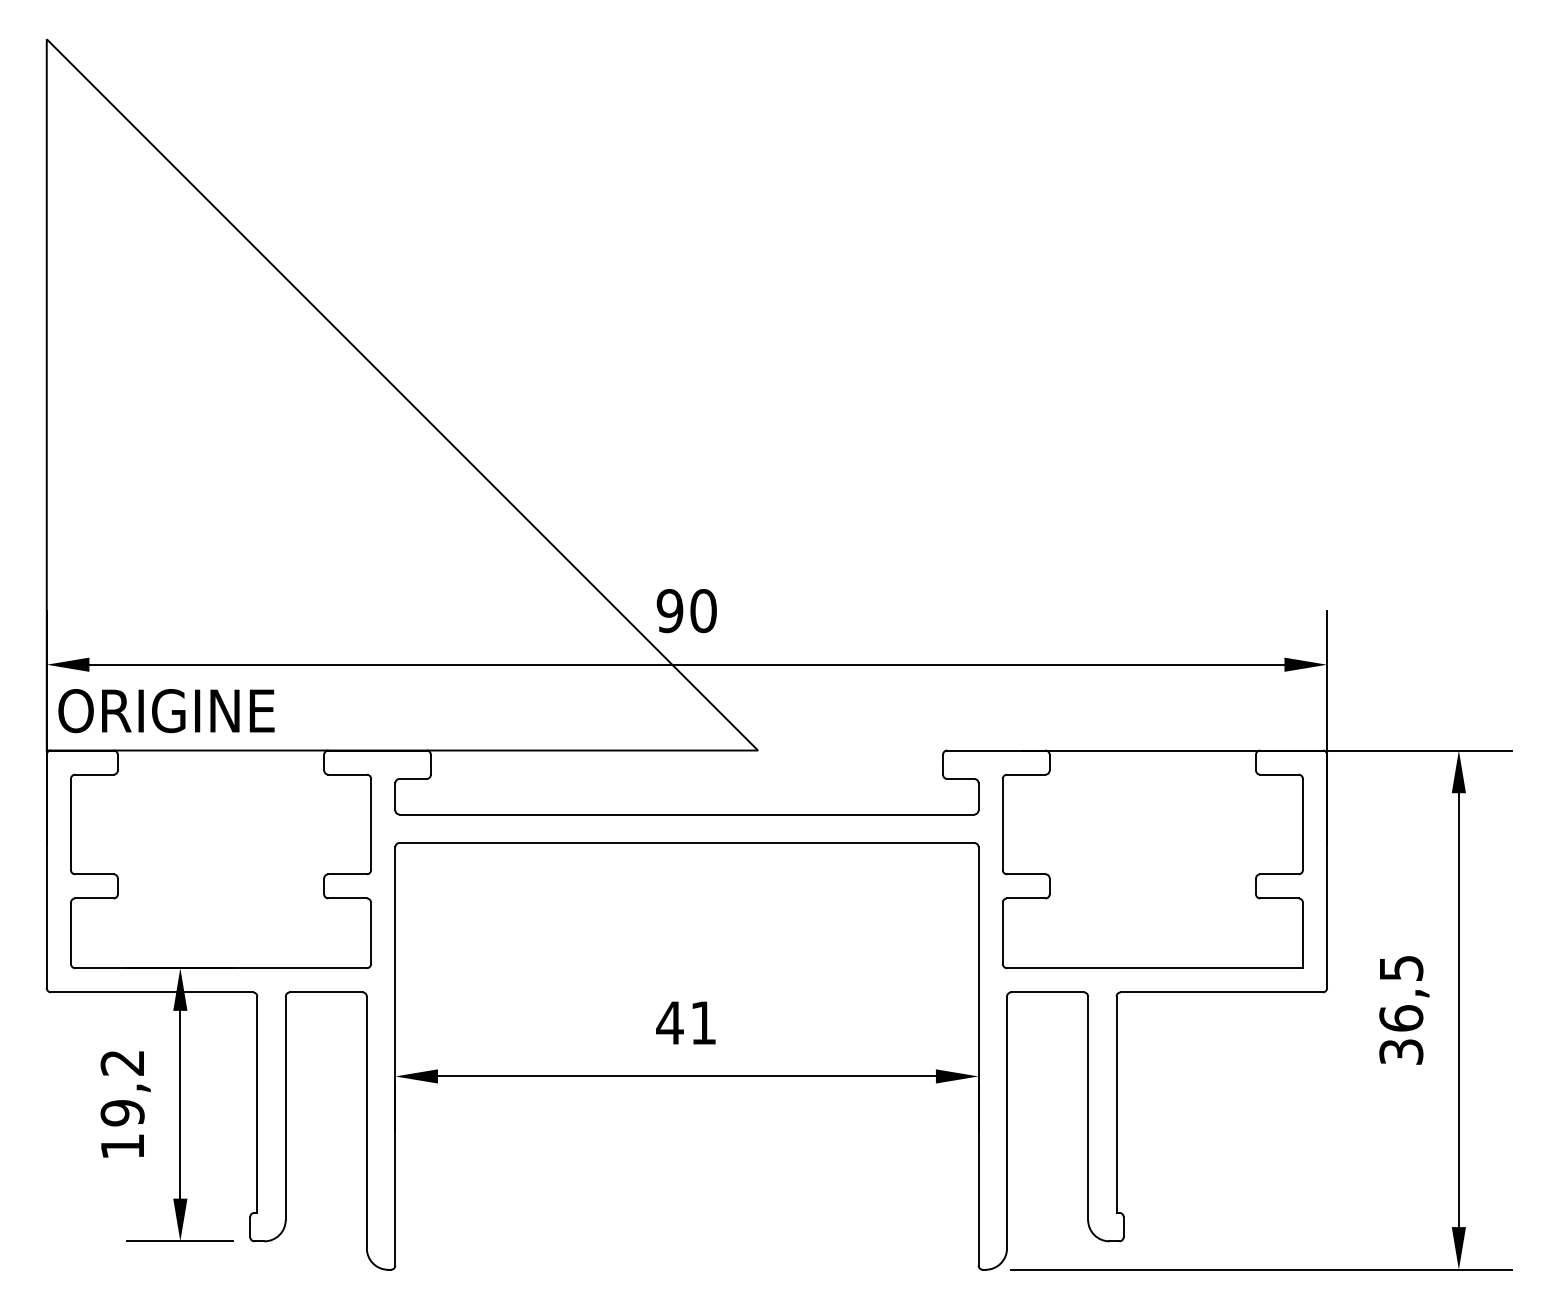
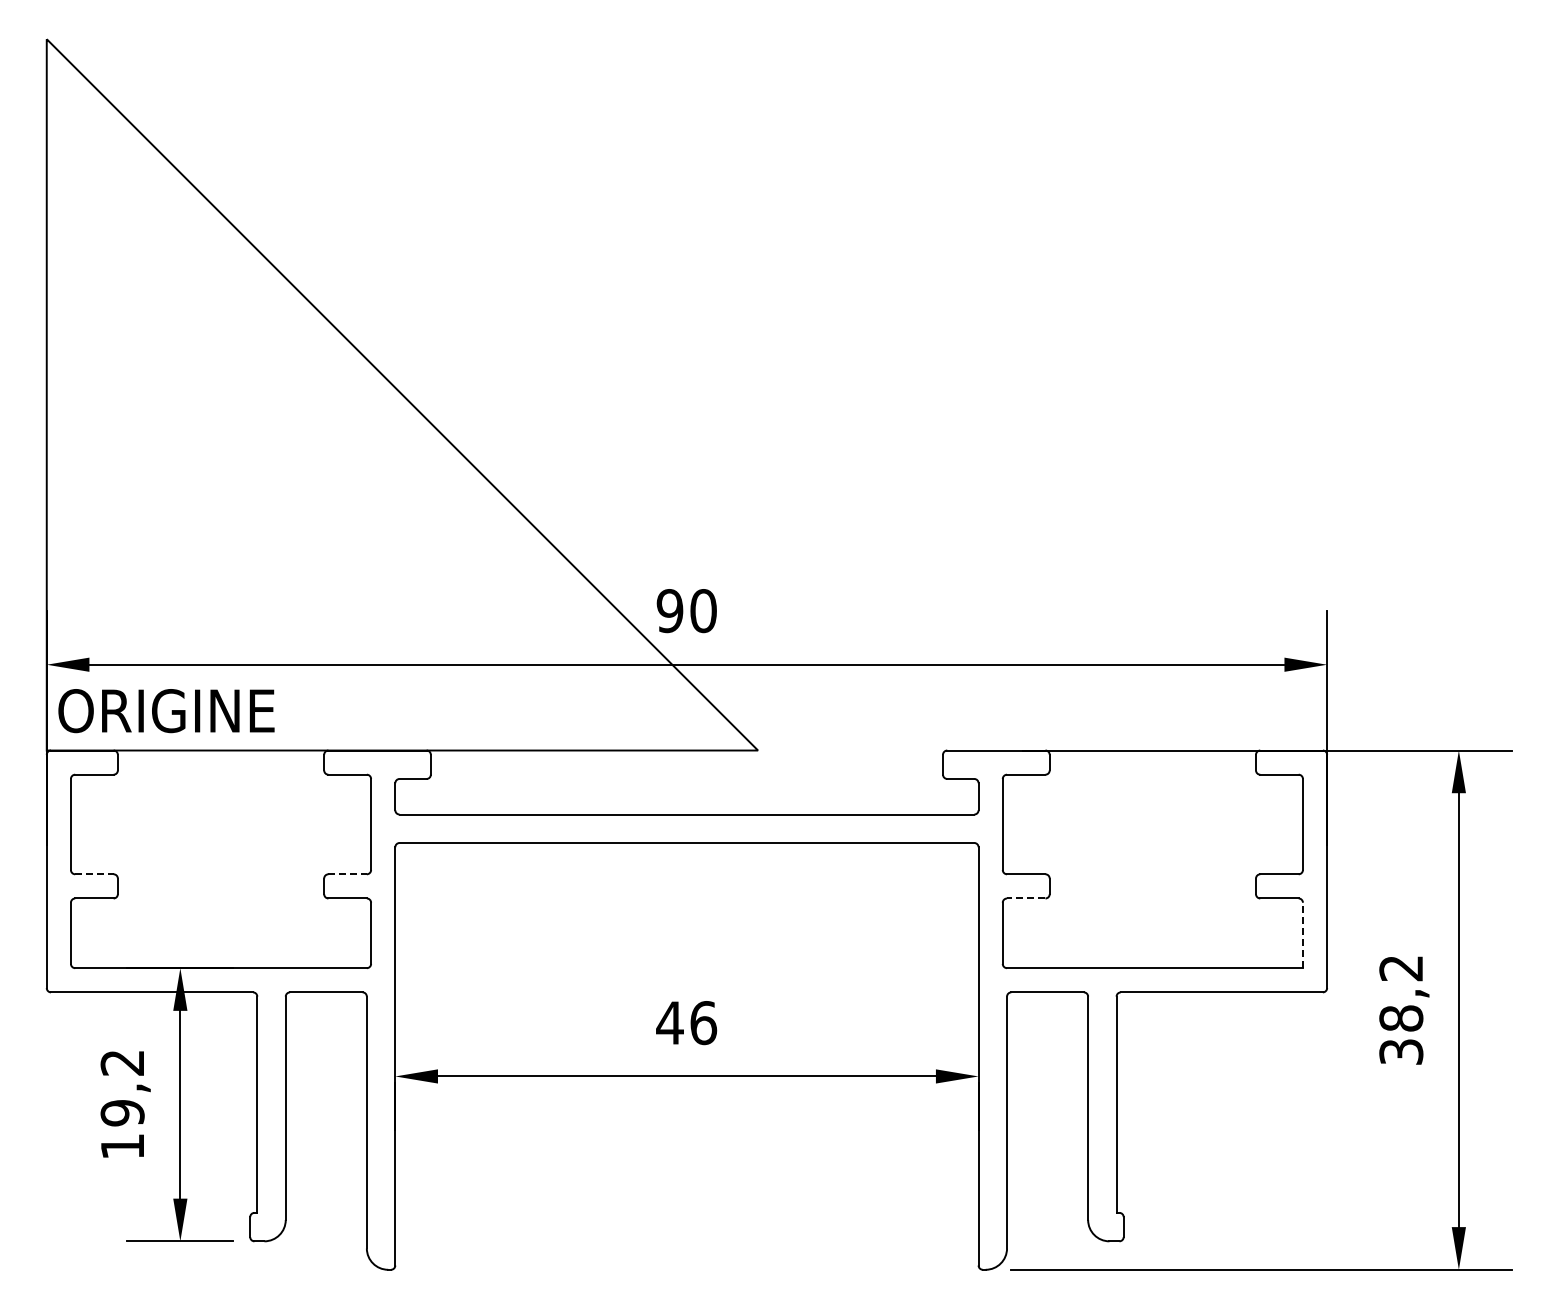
line at (94, 874): solid -> dashed
line at (348, 874): solid -> dashed
line at (1025, 898): solid -> dashed
line at (1302, 935): solid -> dashed
text at (1401, 993): 36,5 -> 38,2
text at (703, 1023): 41 -> 46
